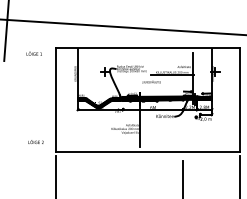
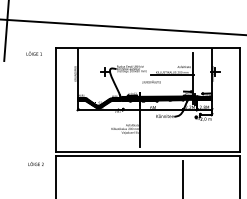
text at (35, 141) position: (35, 141) -> (35, 163)
line at (148, 156): none -> present
